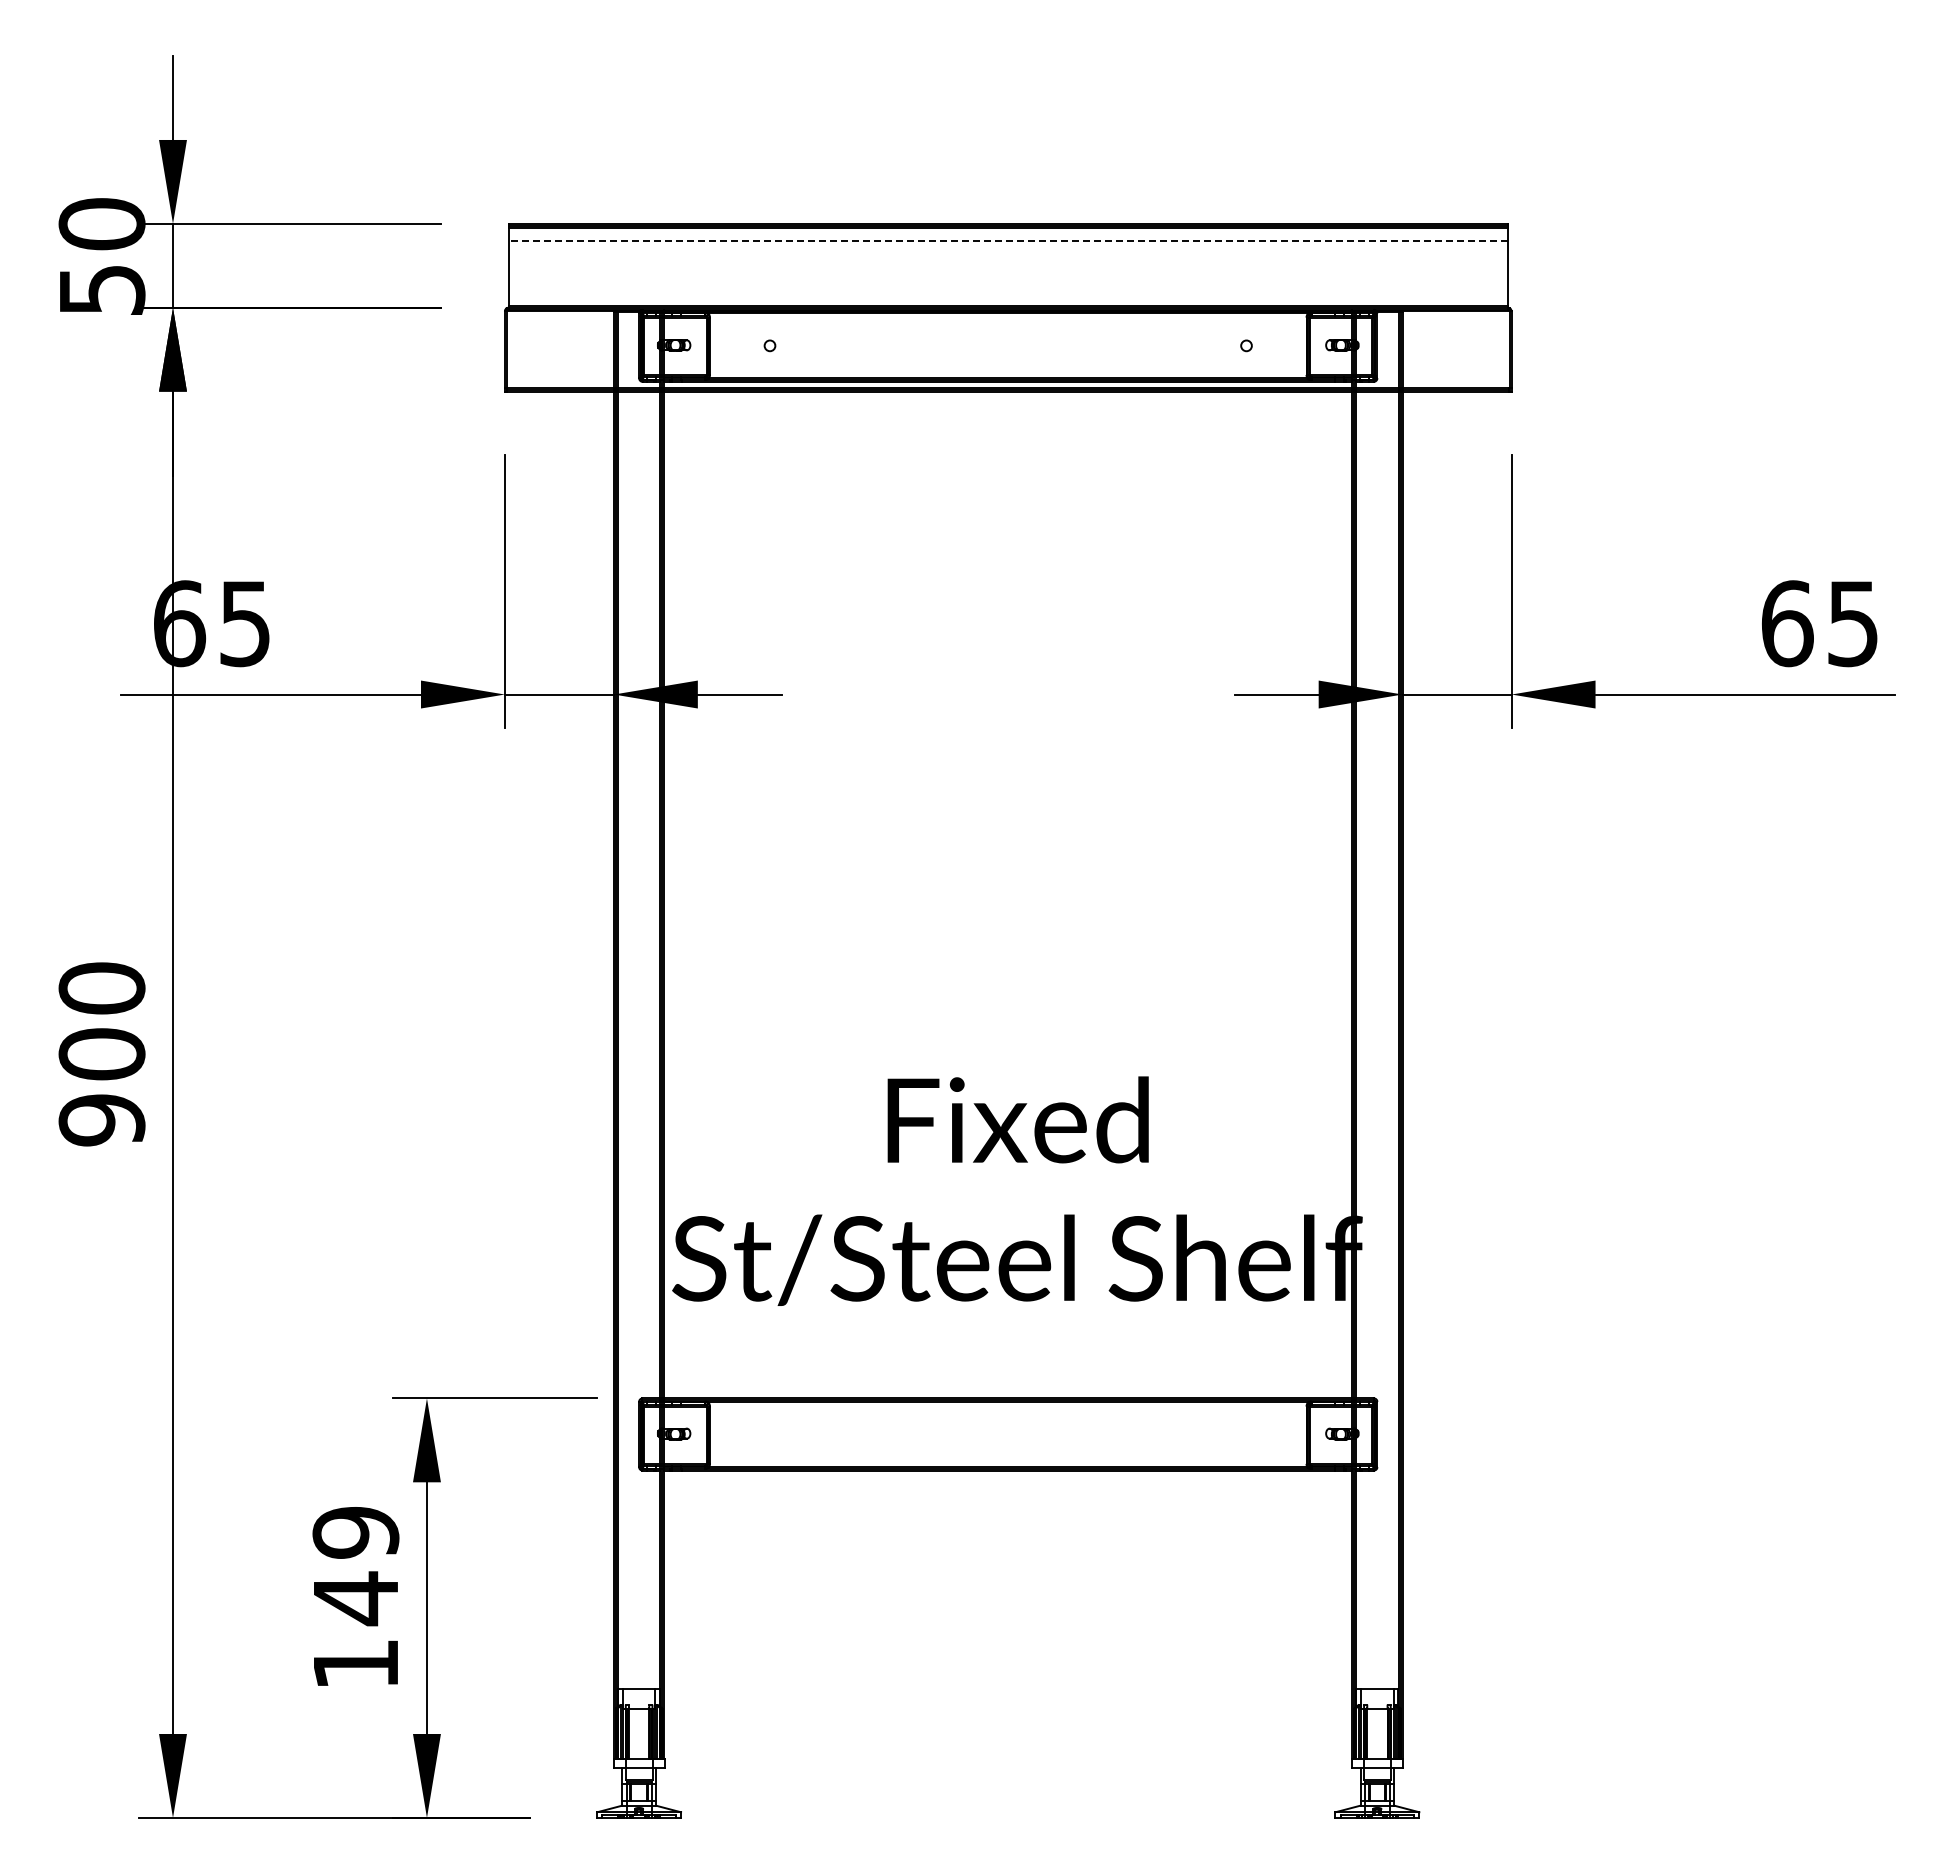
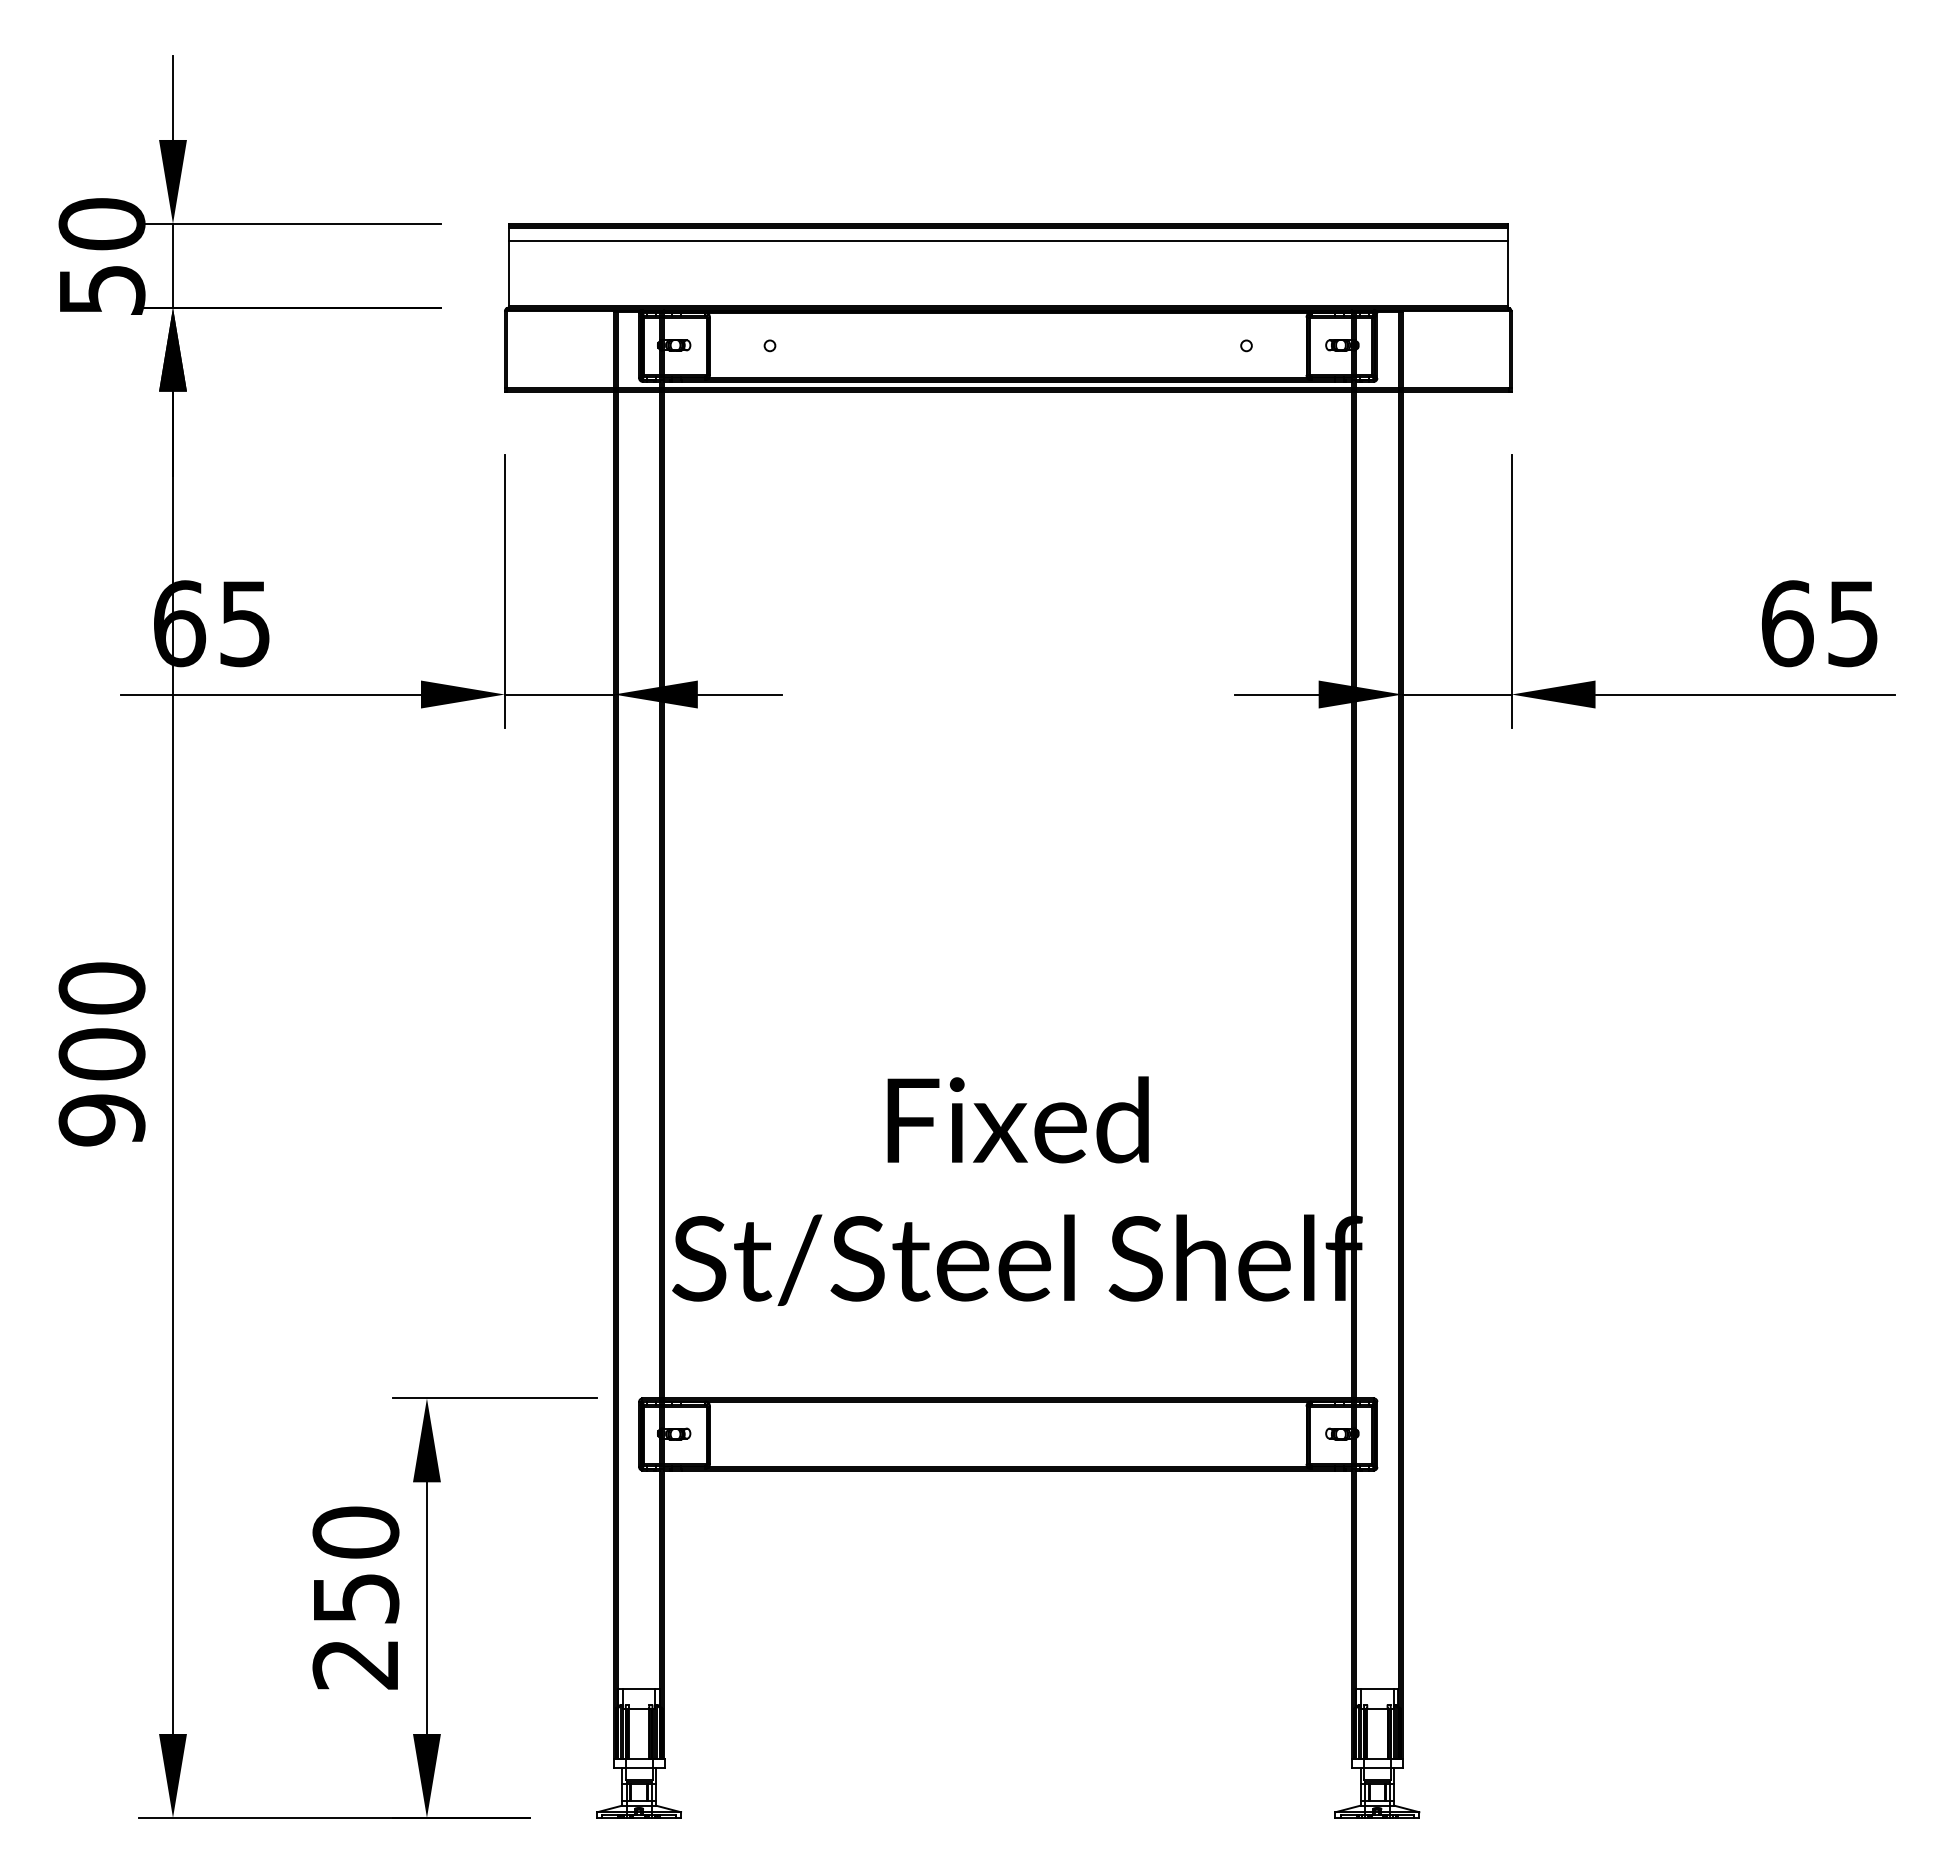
line at (1008, 241): dashed -> solid
text at (355, 1597): 149 -> 250
